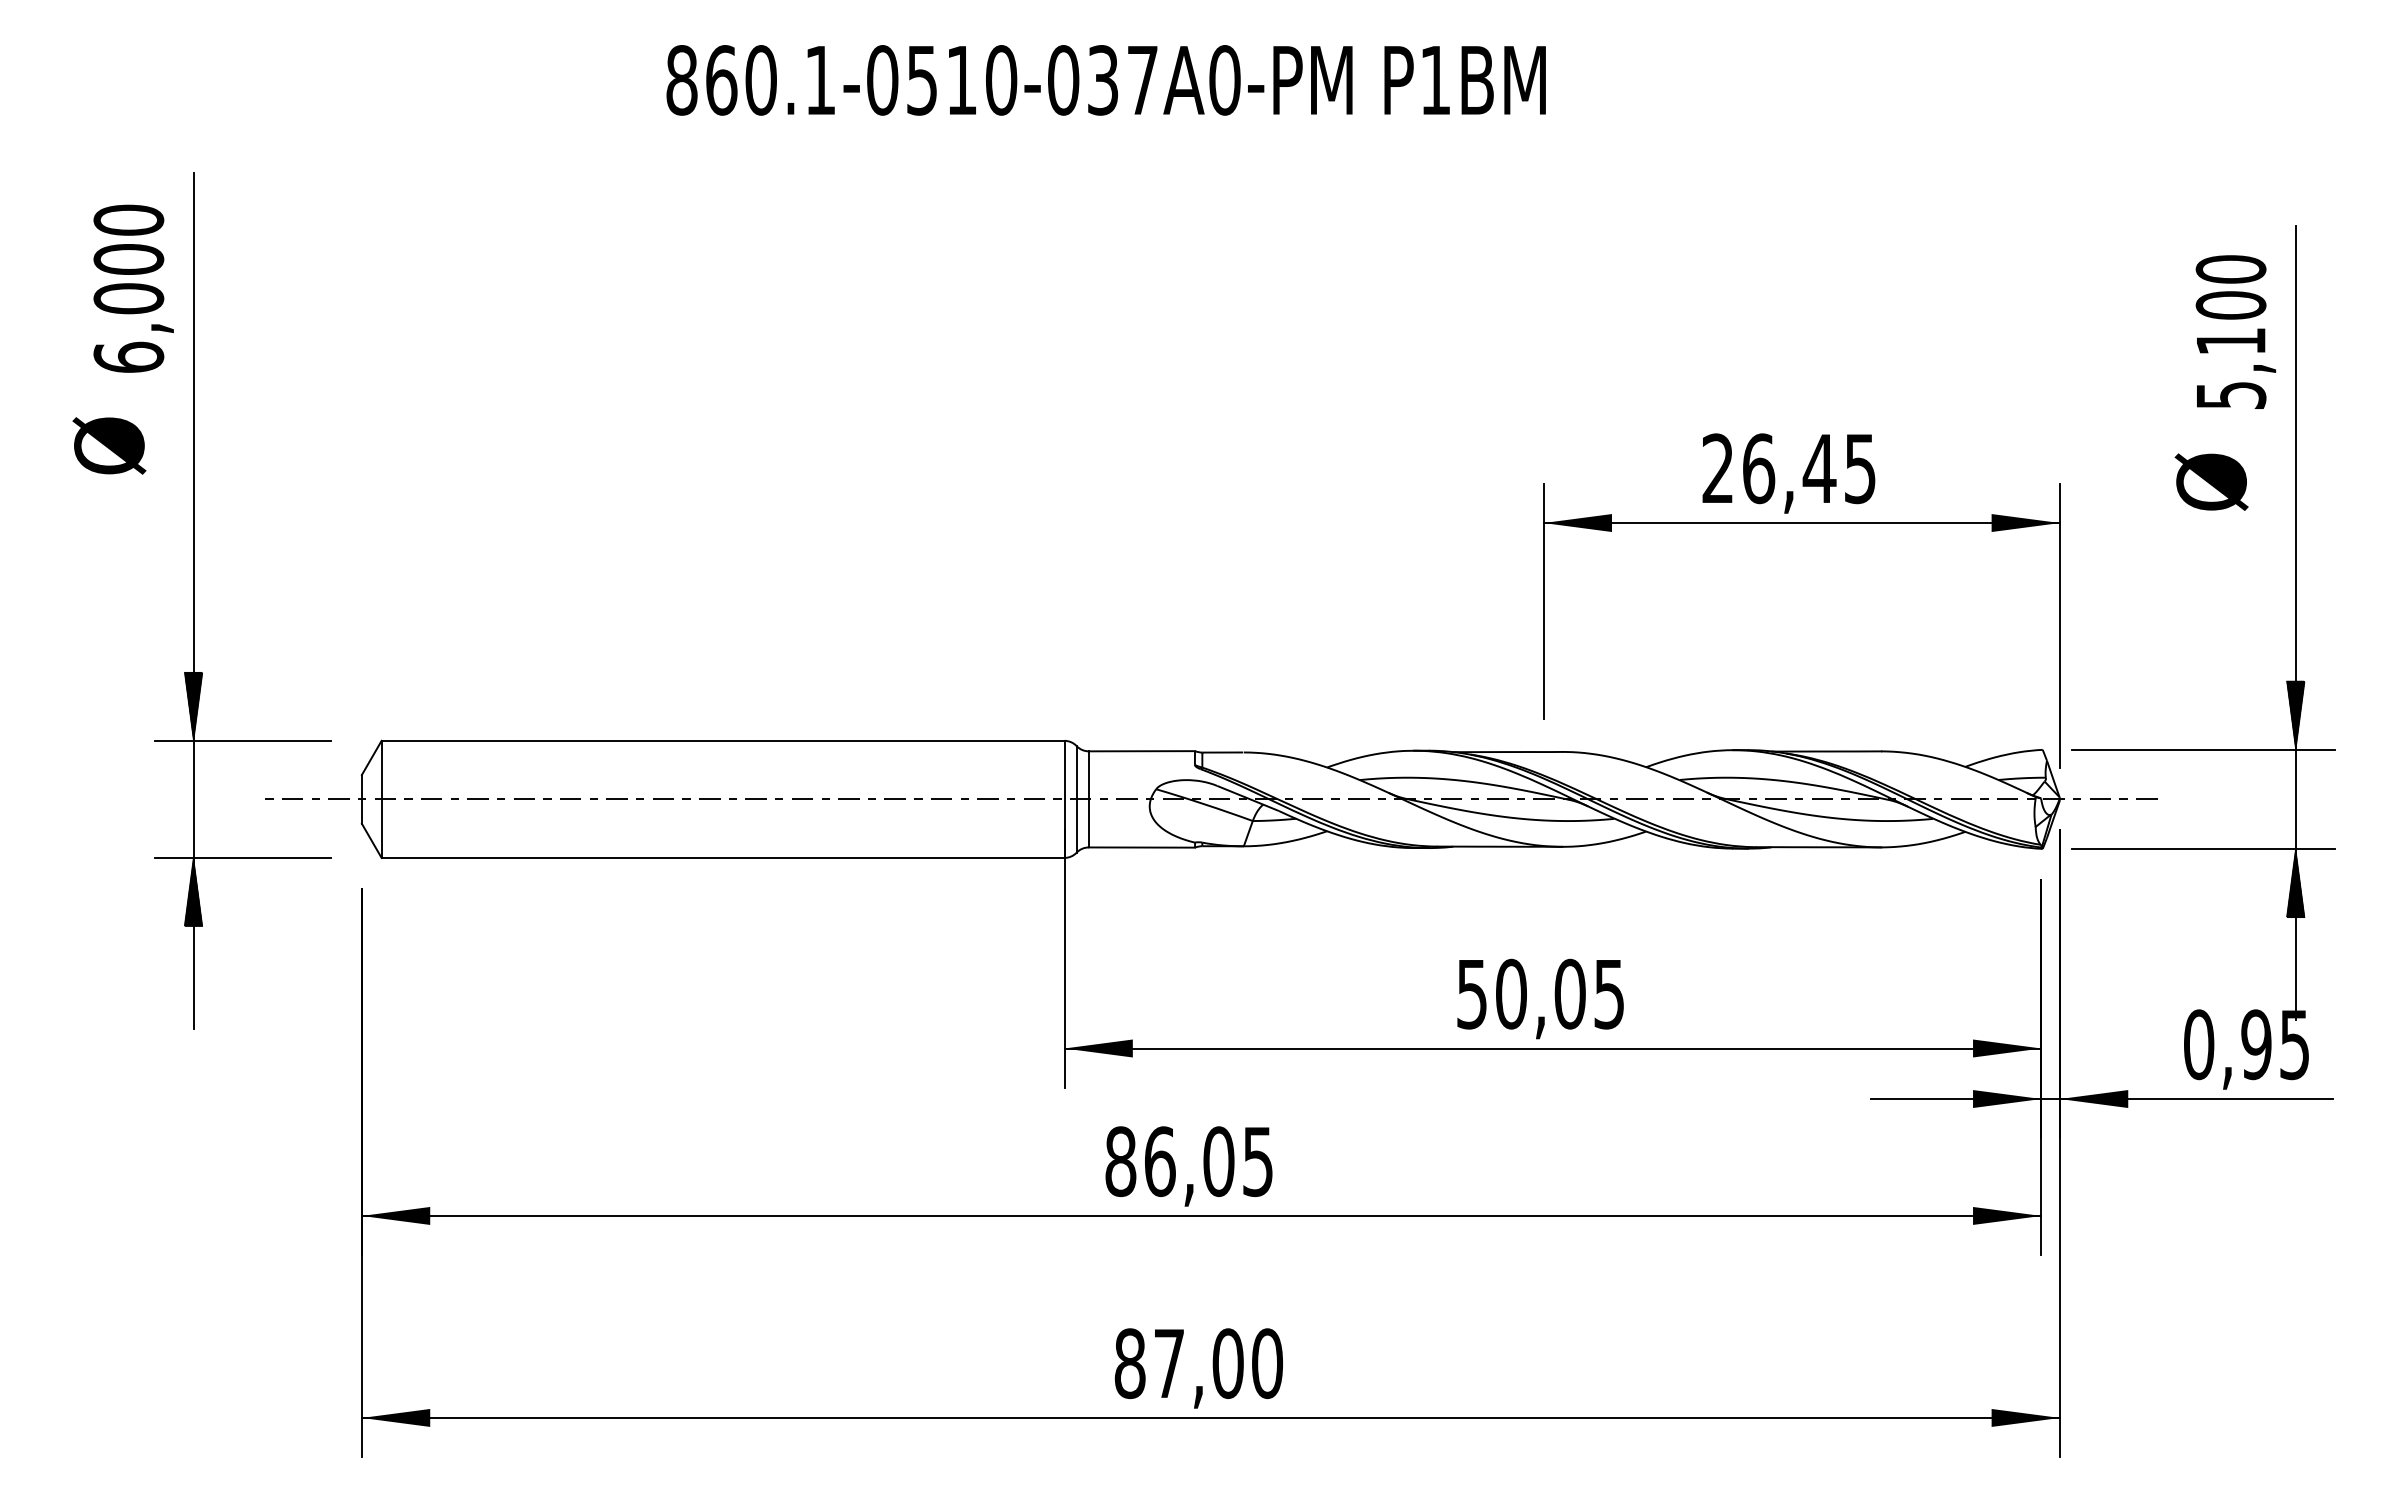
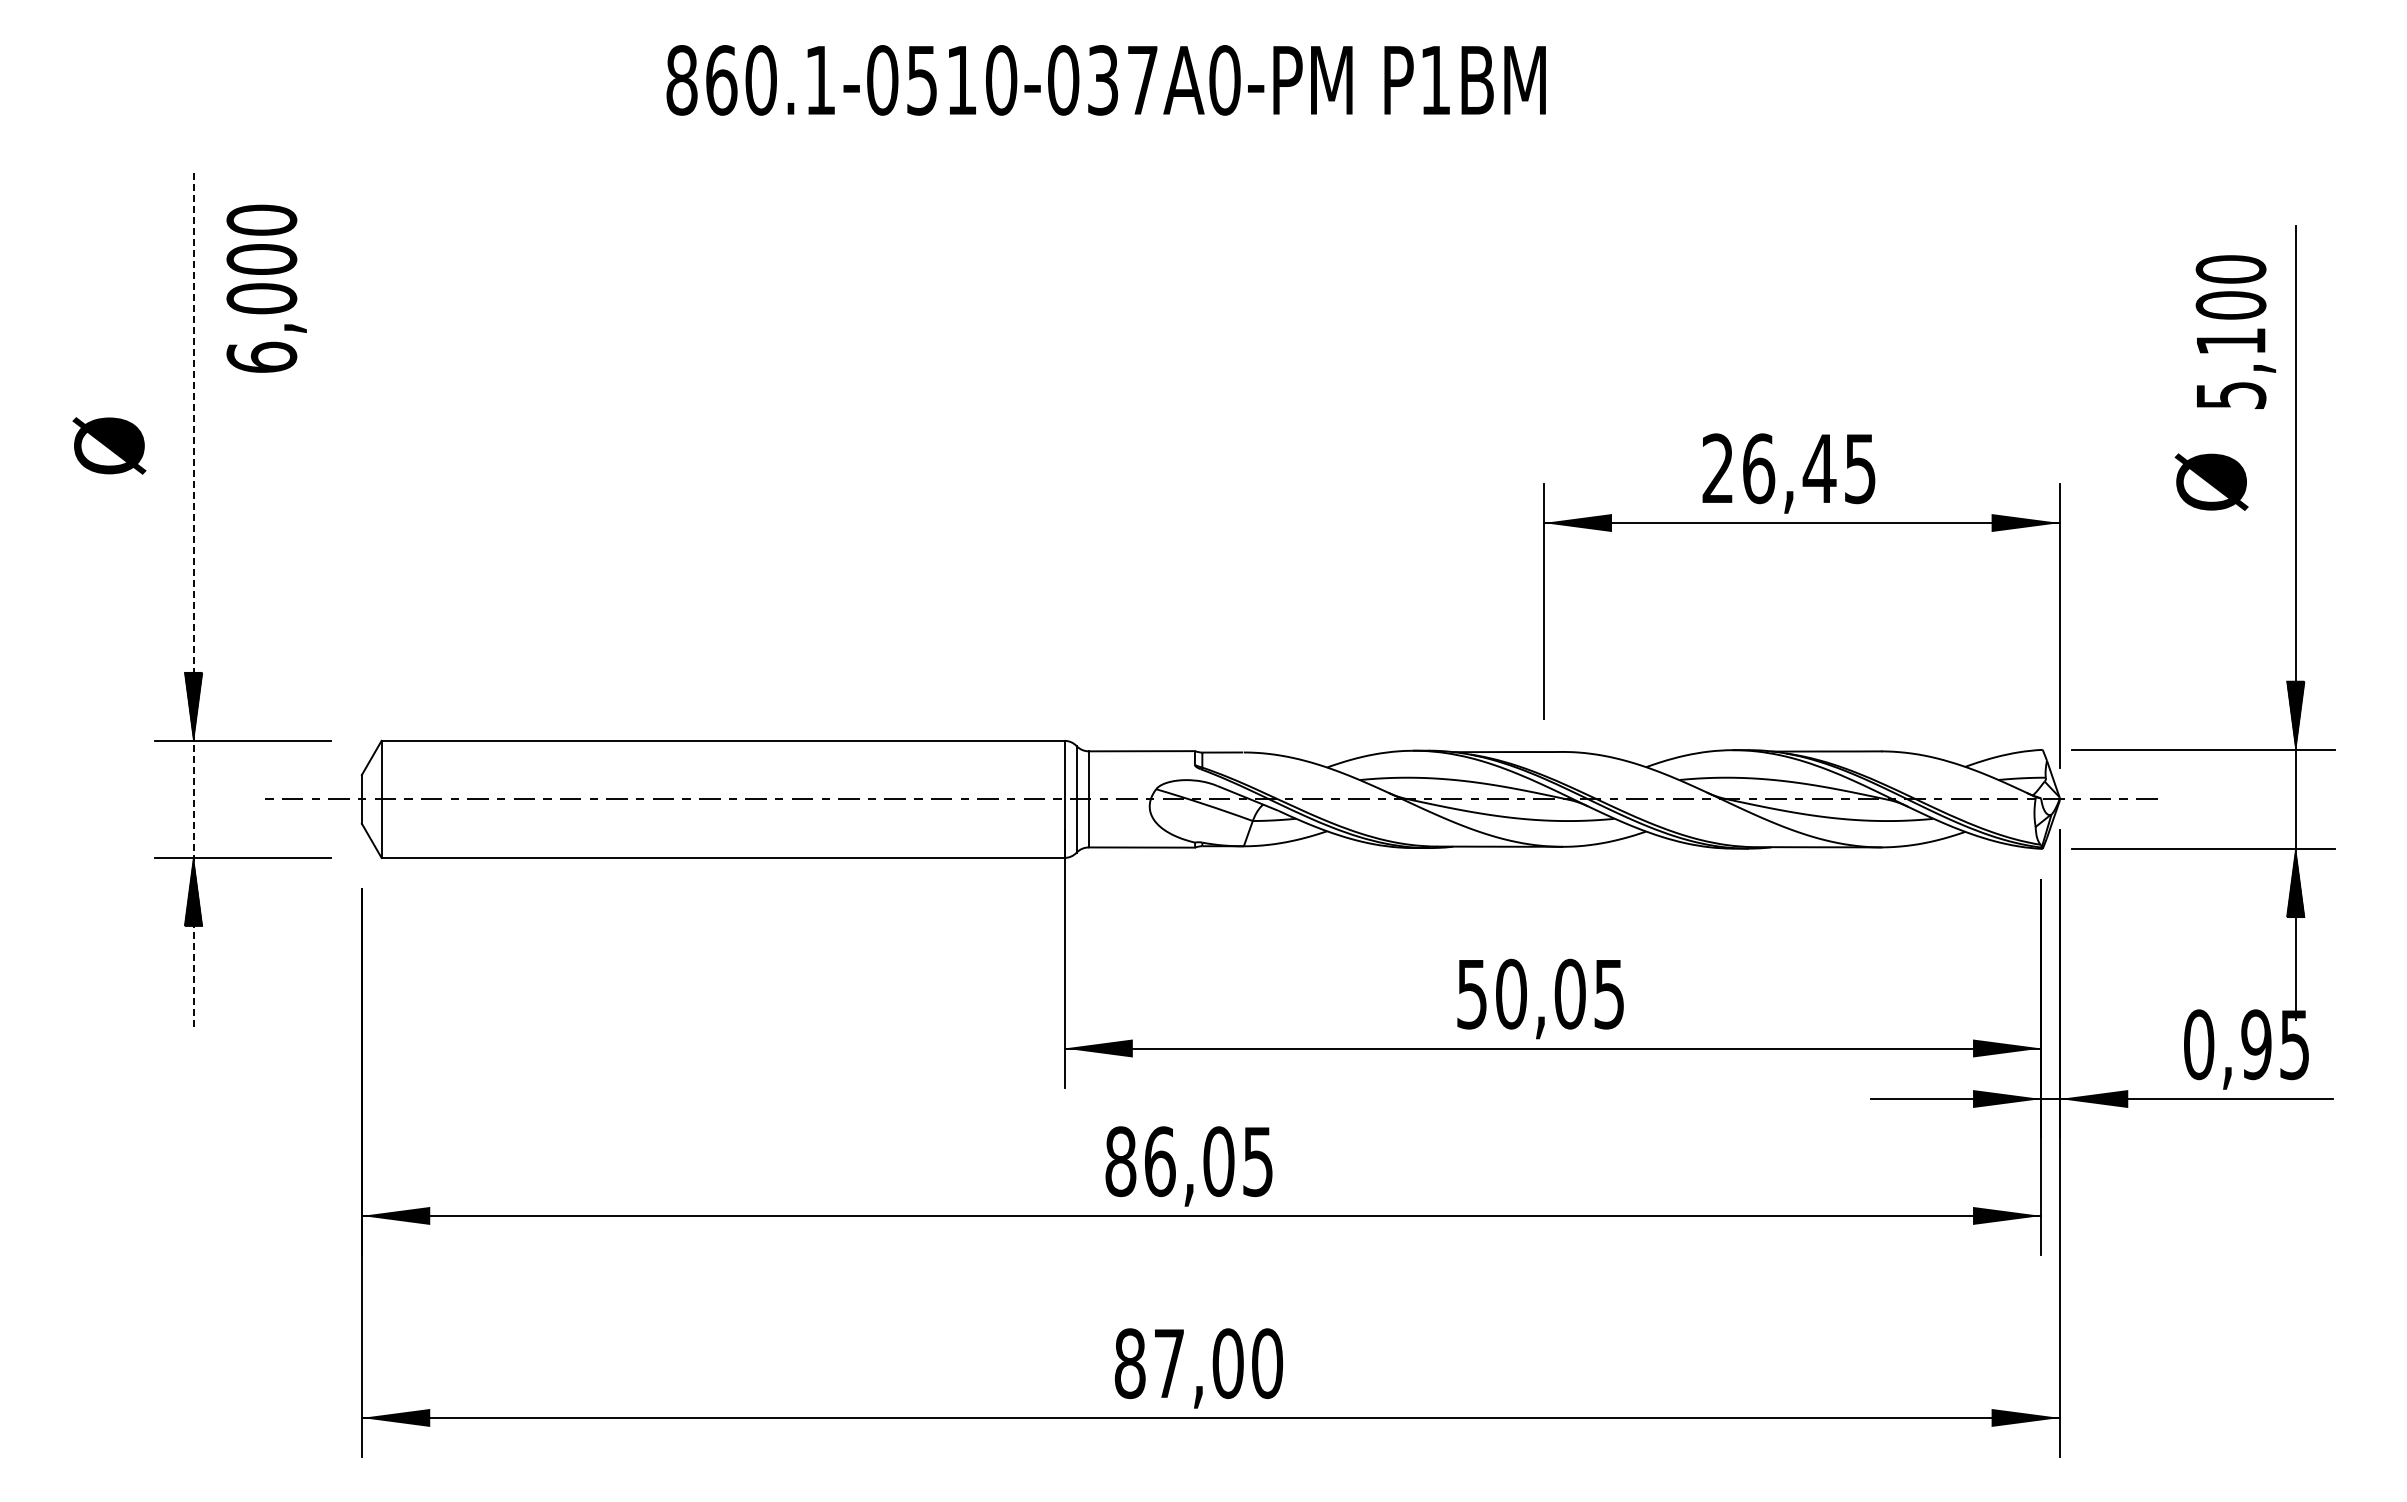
text at (133, 288) position: (133, 288) -> (266, 288)
line at (193, 601): solid -> dashed
